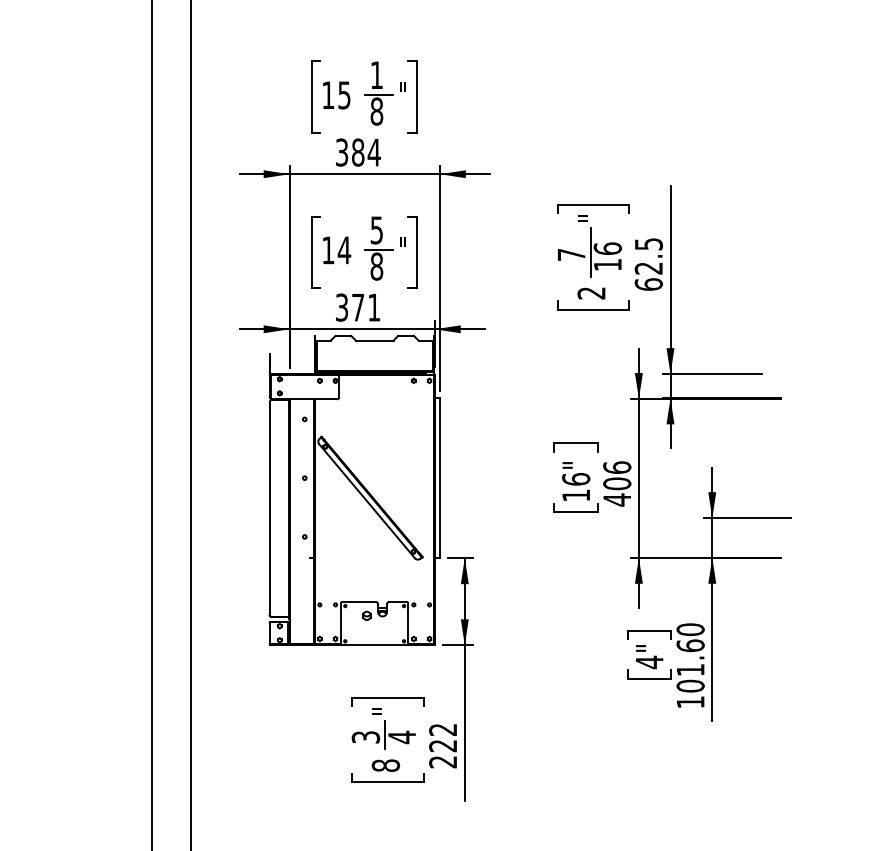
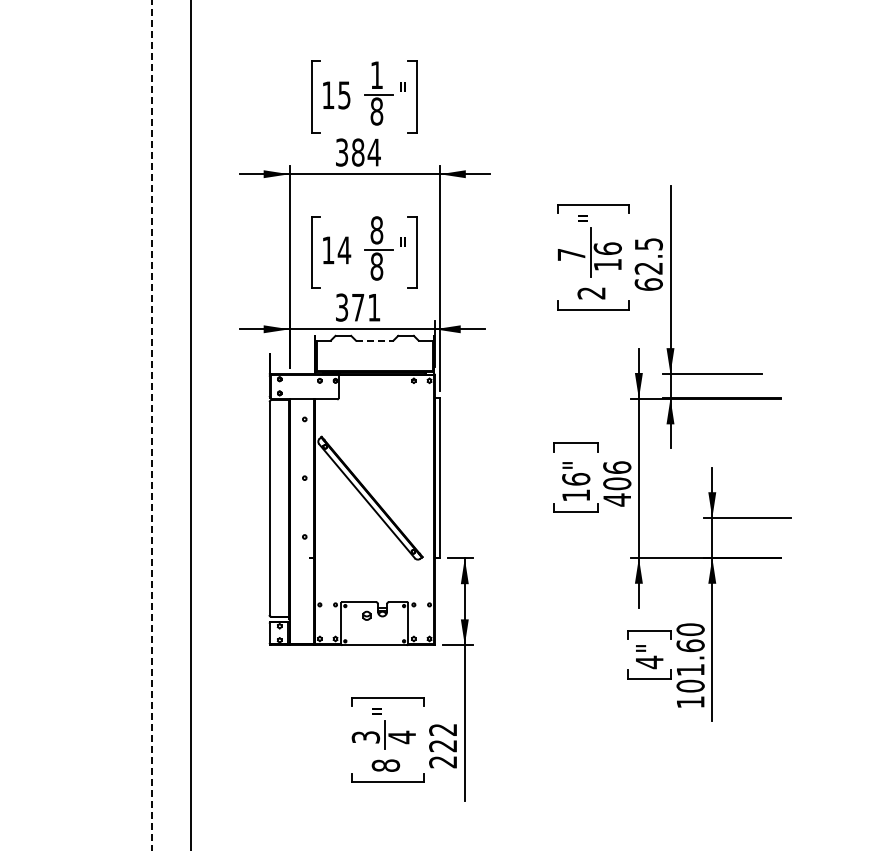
text at (376, 230): 5 -> 8
line at (374, 340): solid -> dashed
line at (151, 424): solid -> dashed
